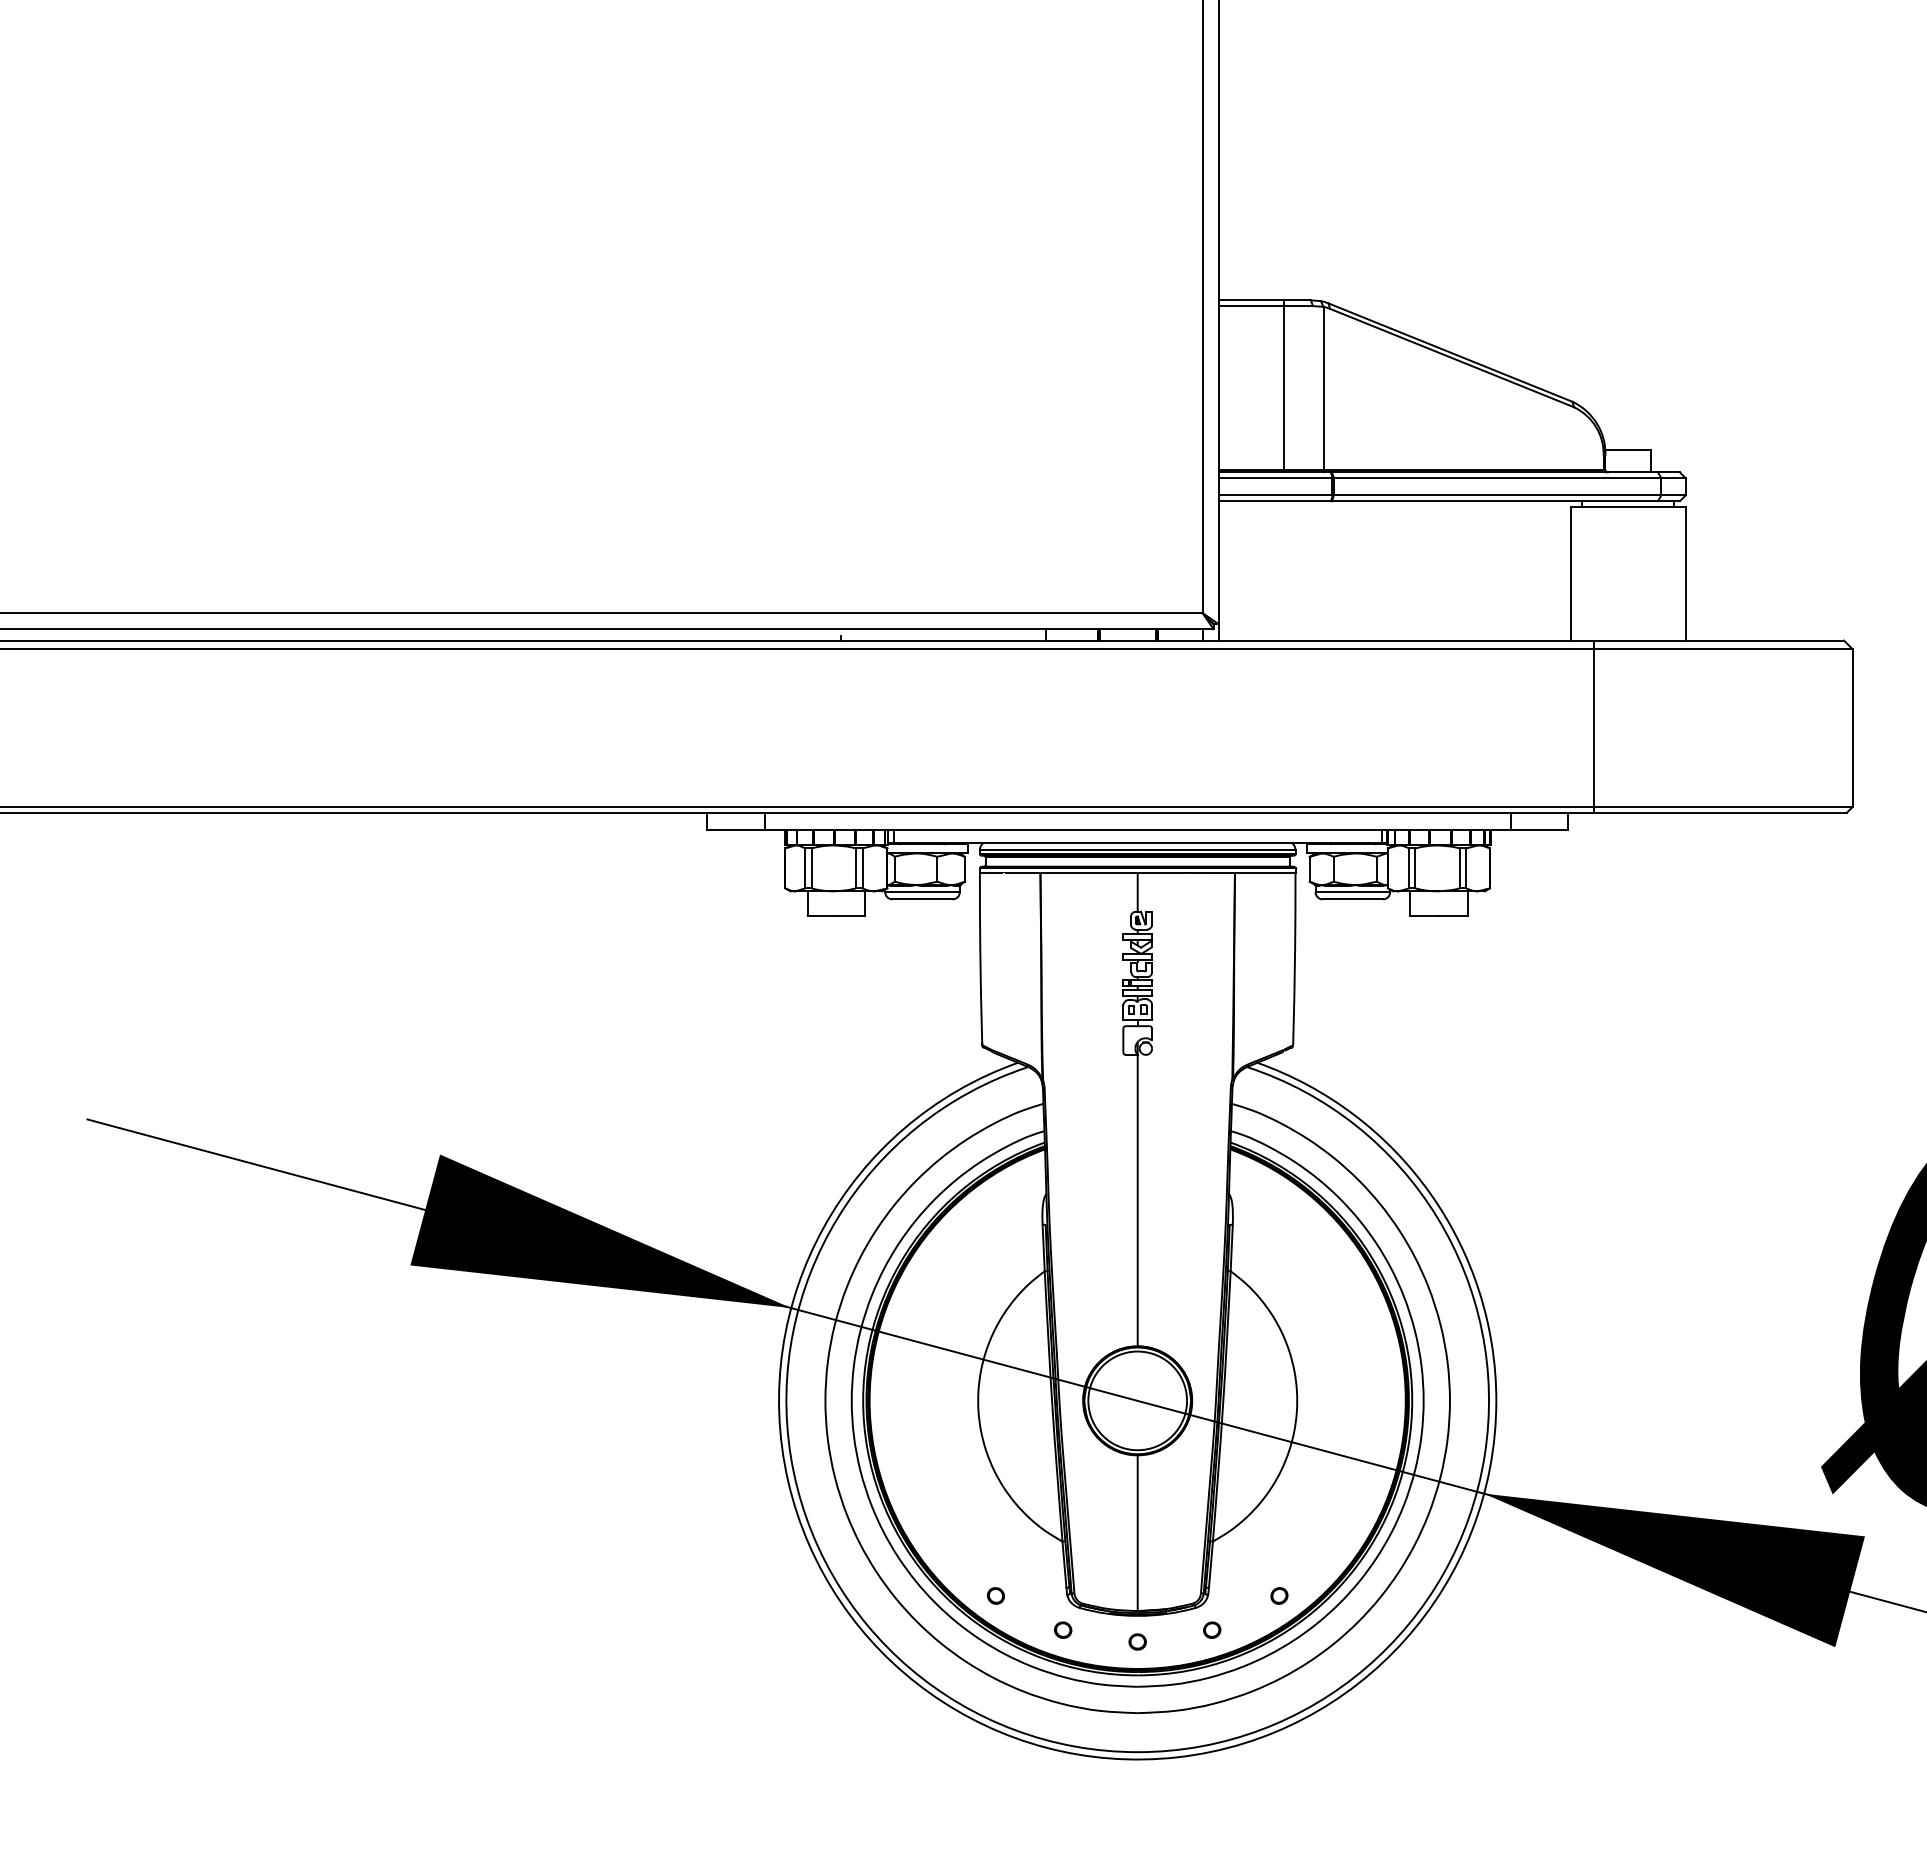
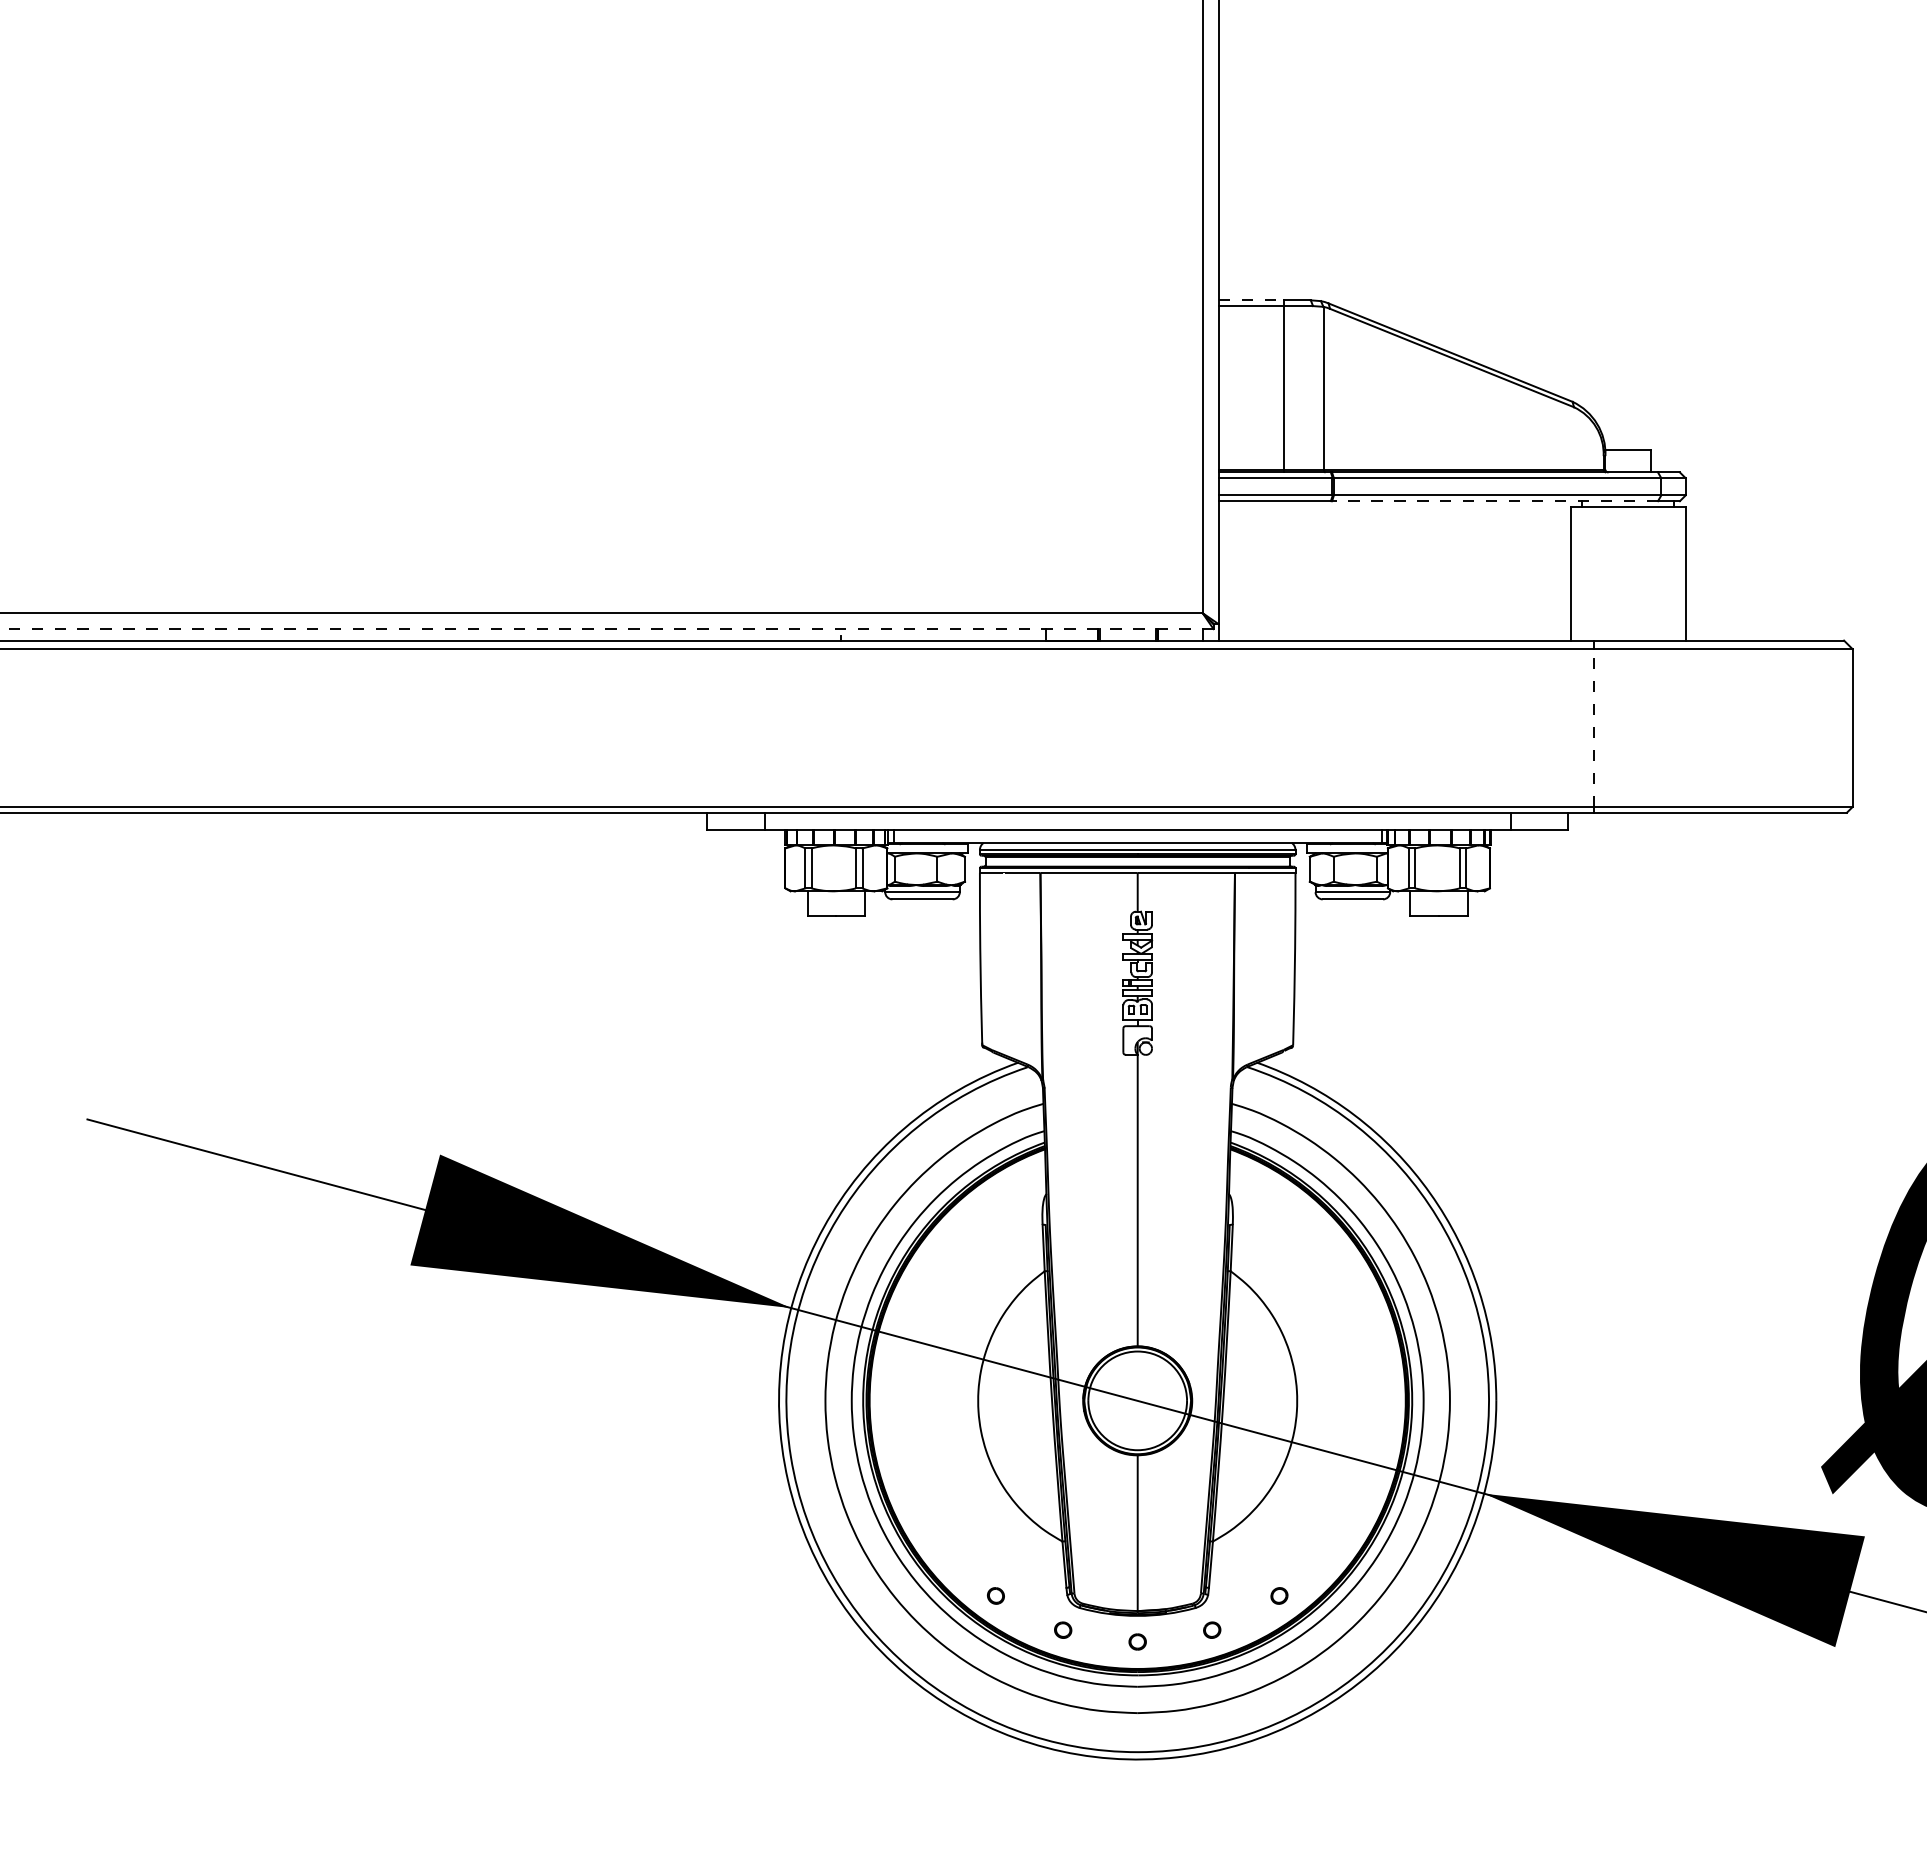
line at (1251, 300): solid -> dashed
line at (1495, 501): solid -> dashed
line at (606, 629): solid -> dashed
line at (1594, 728): solid -> dashed
